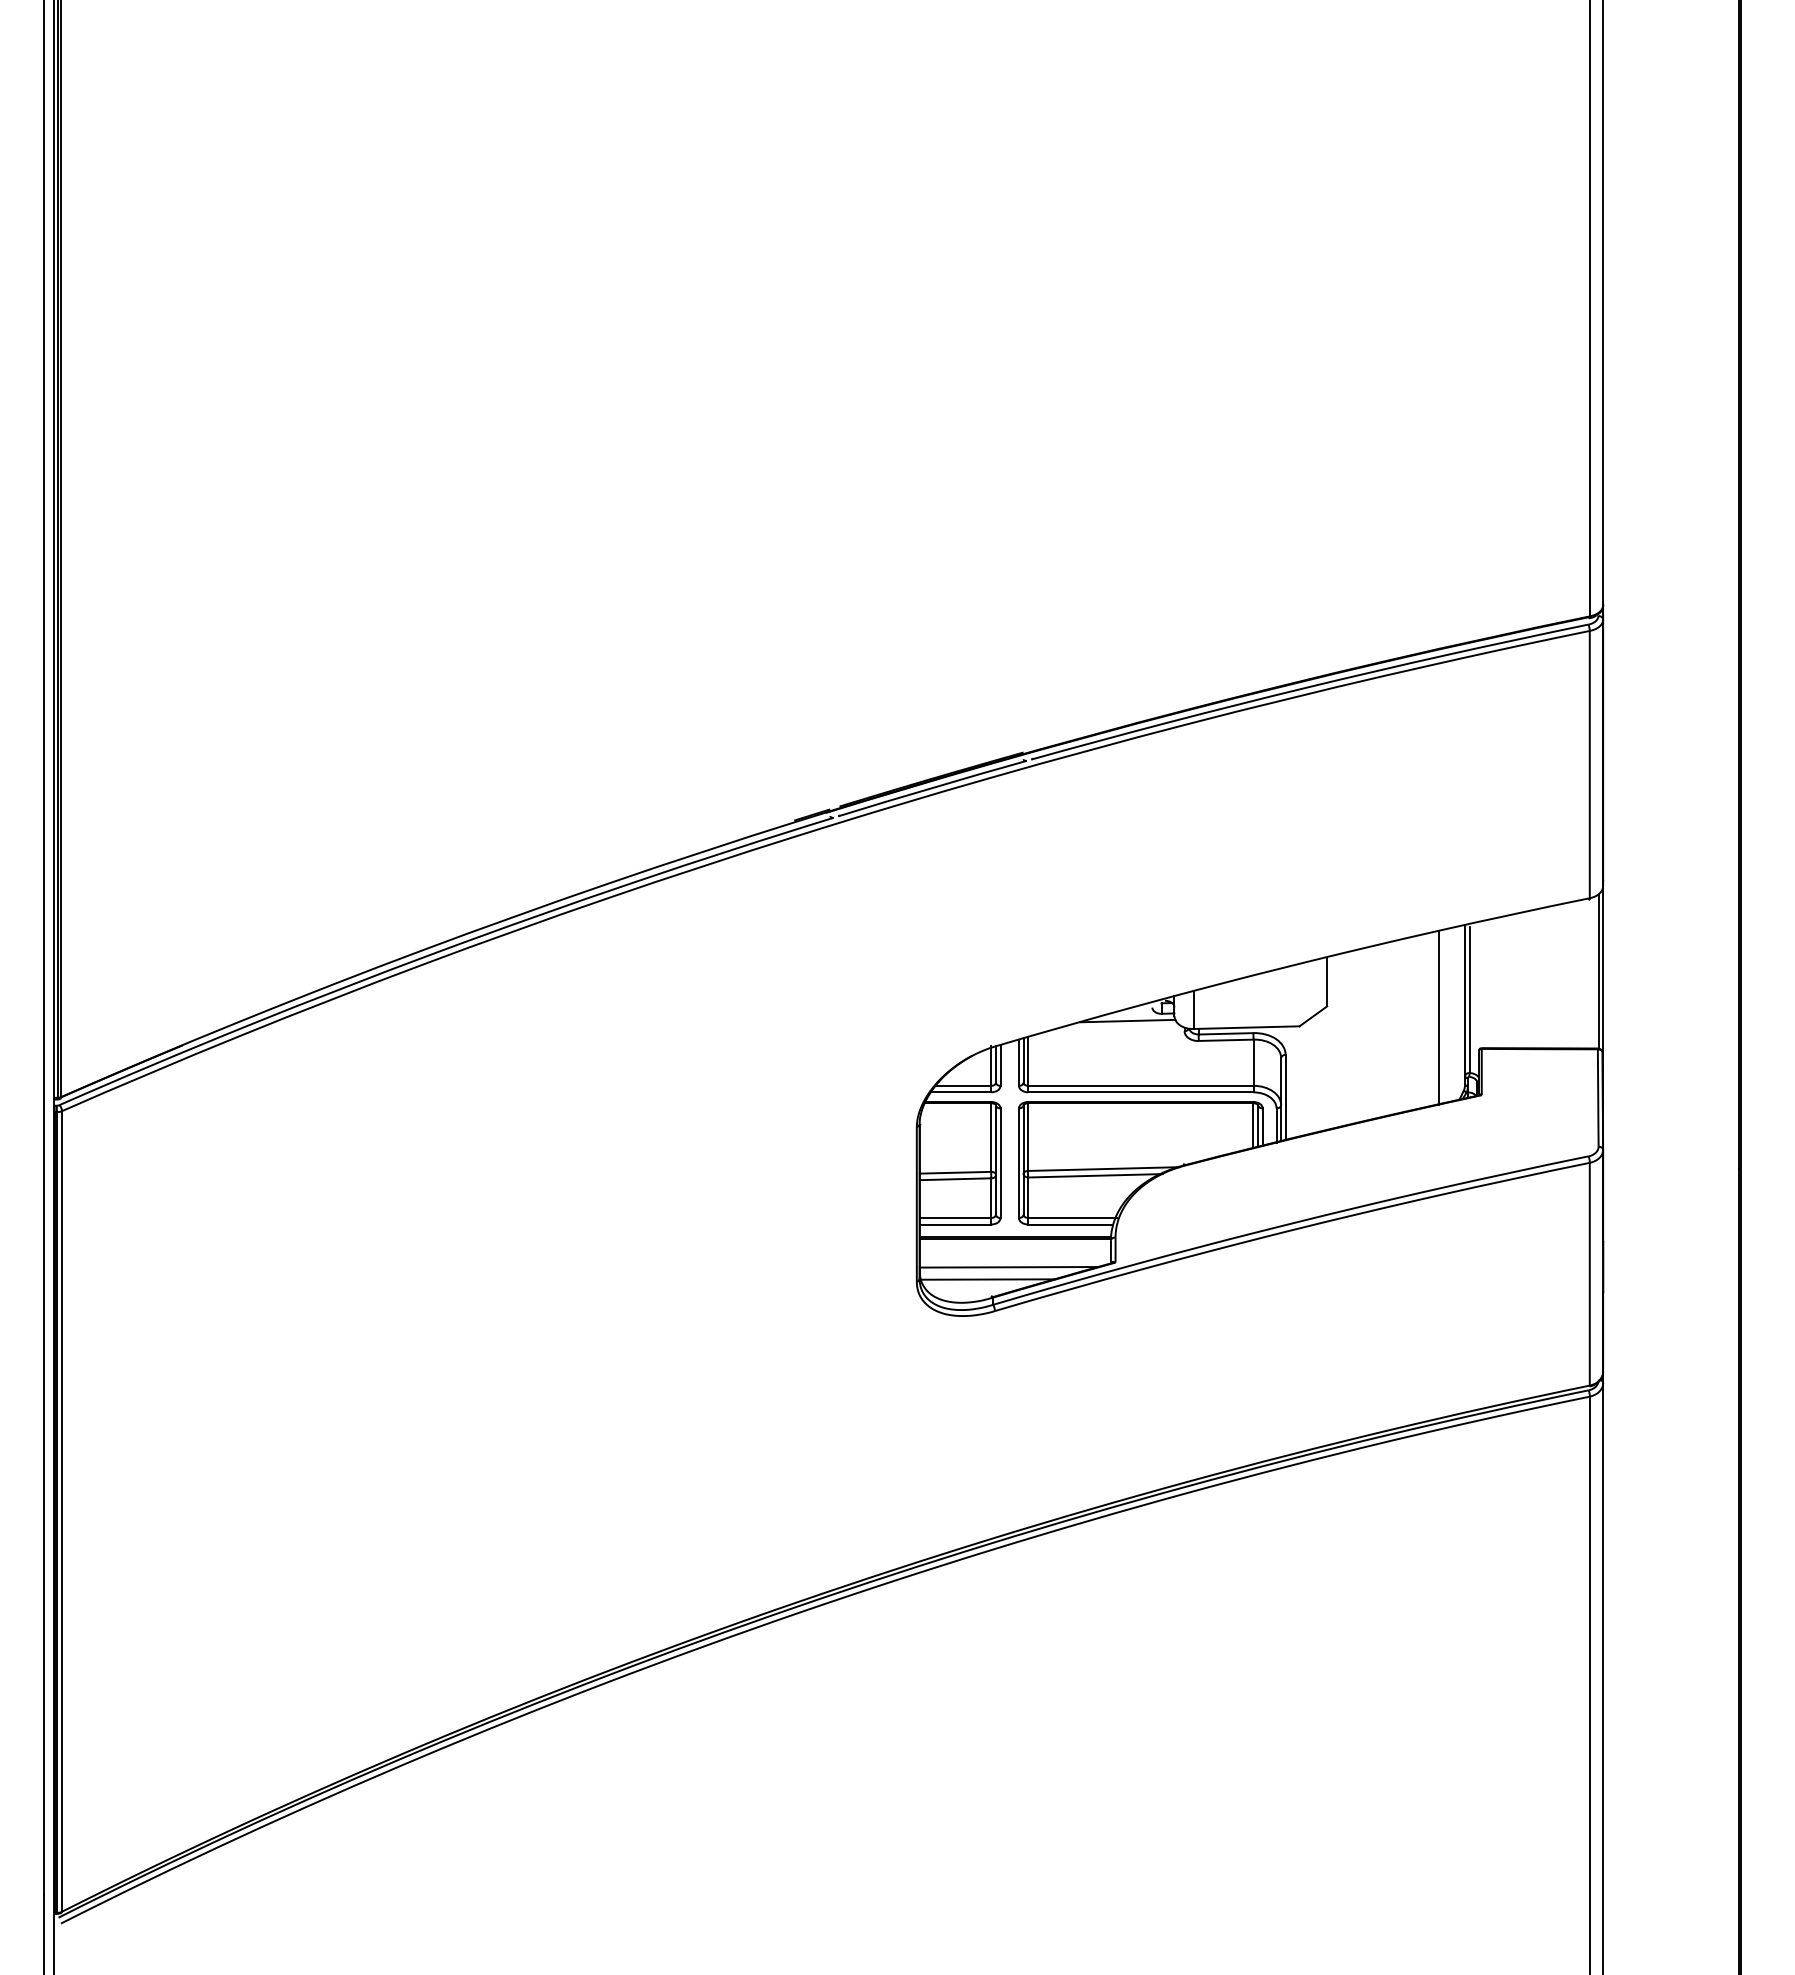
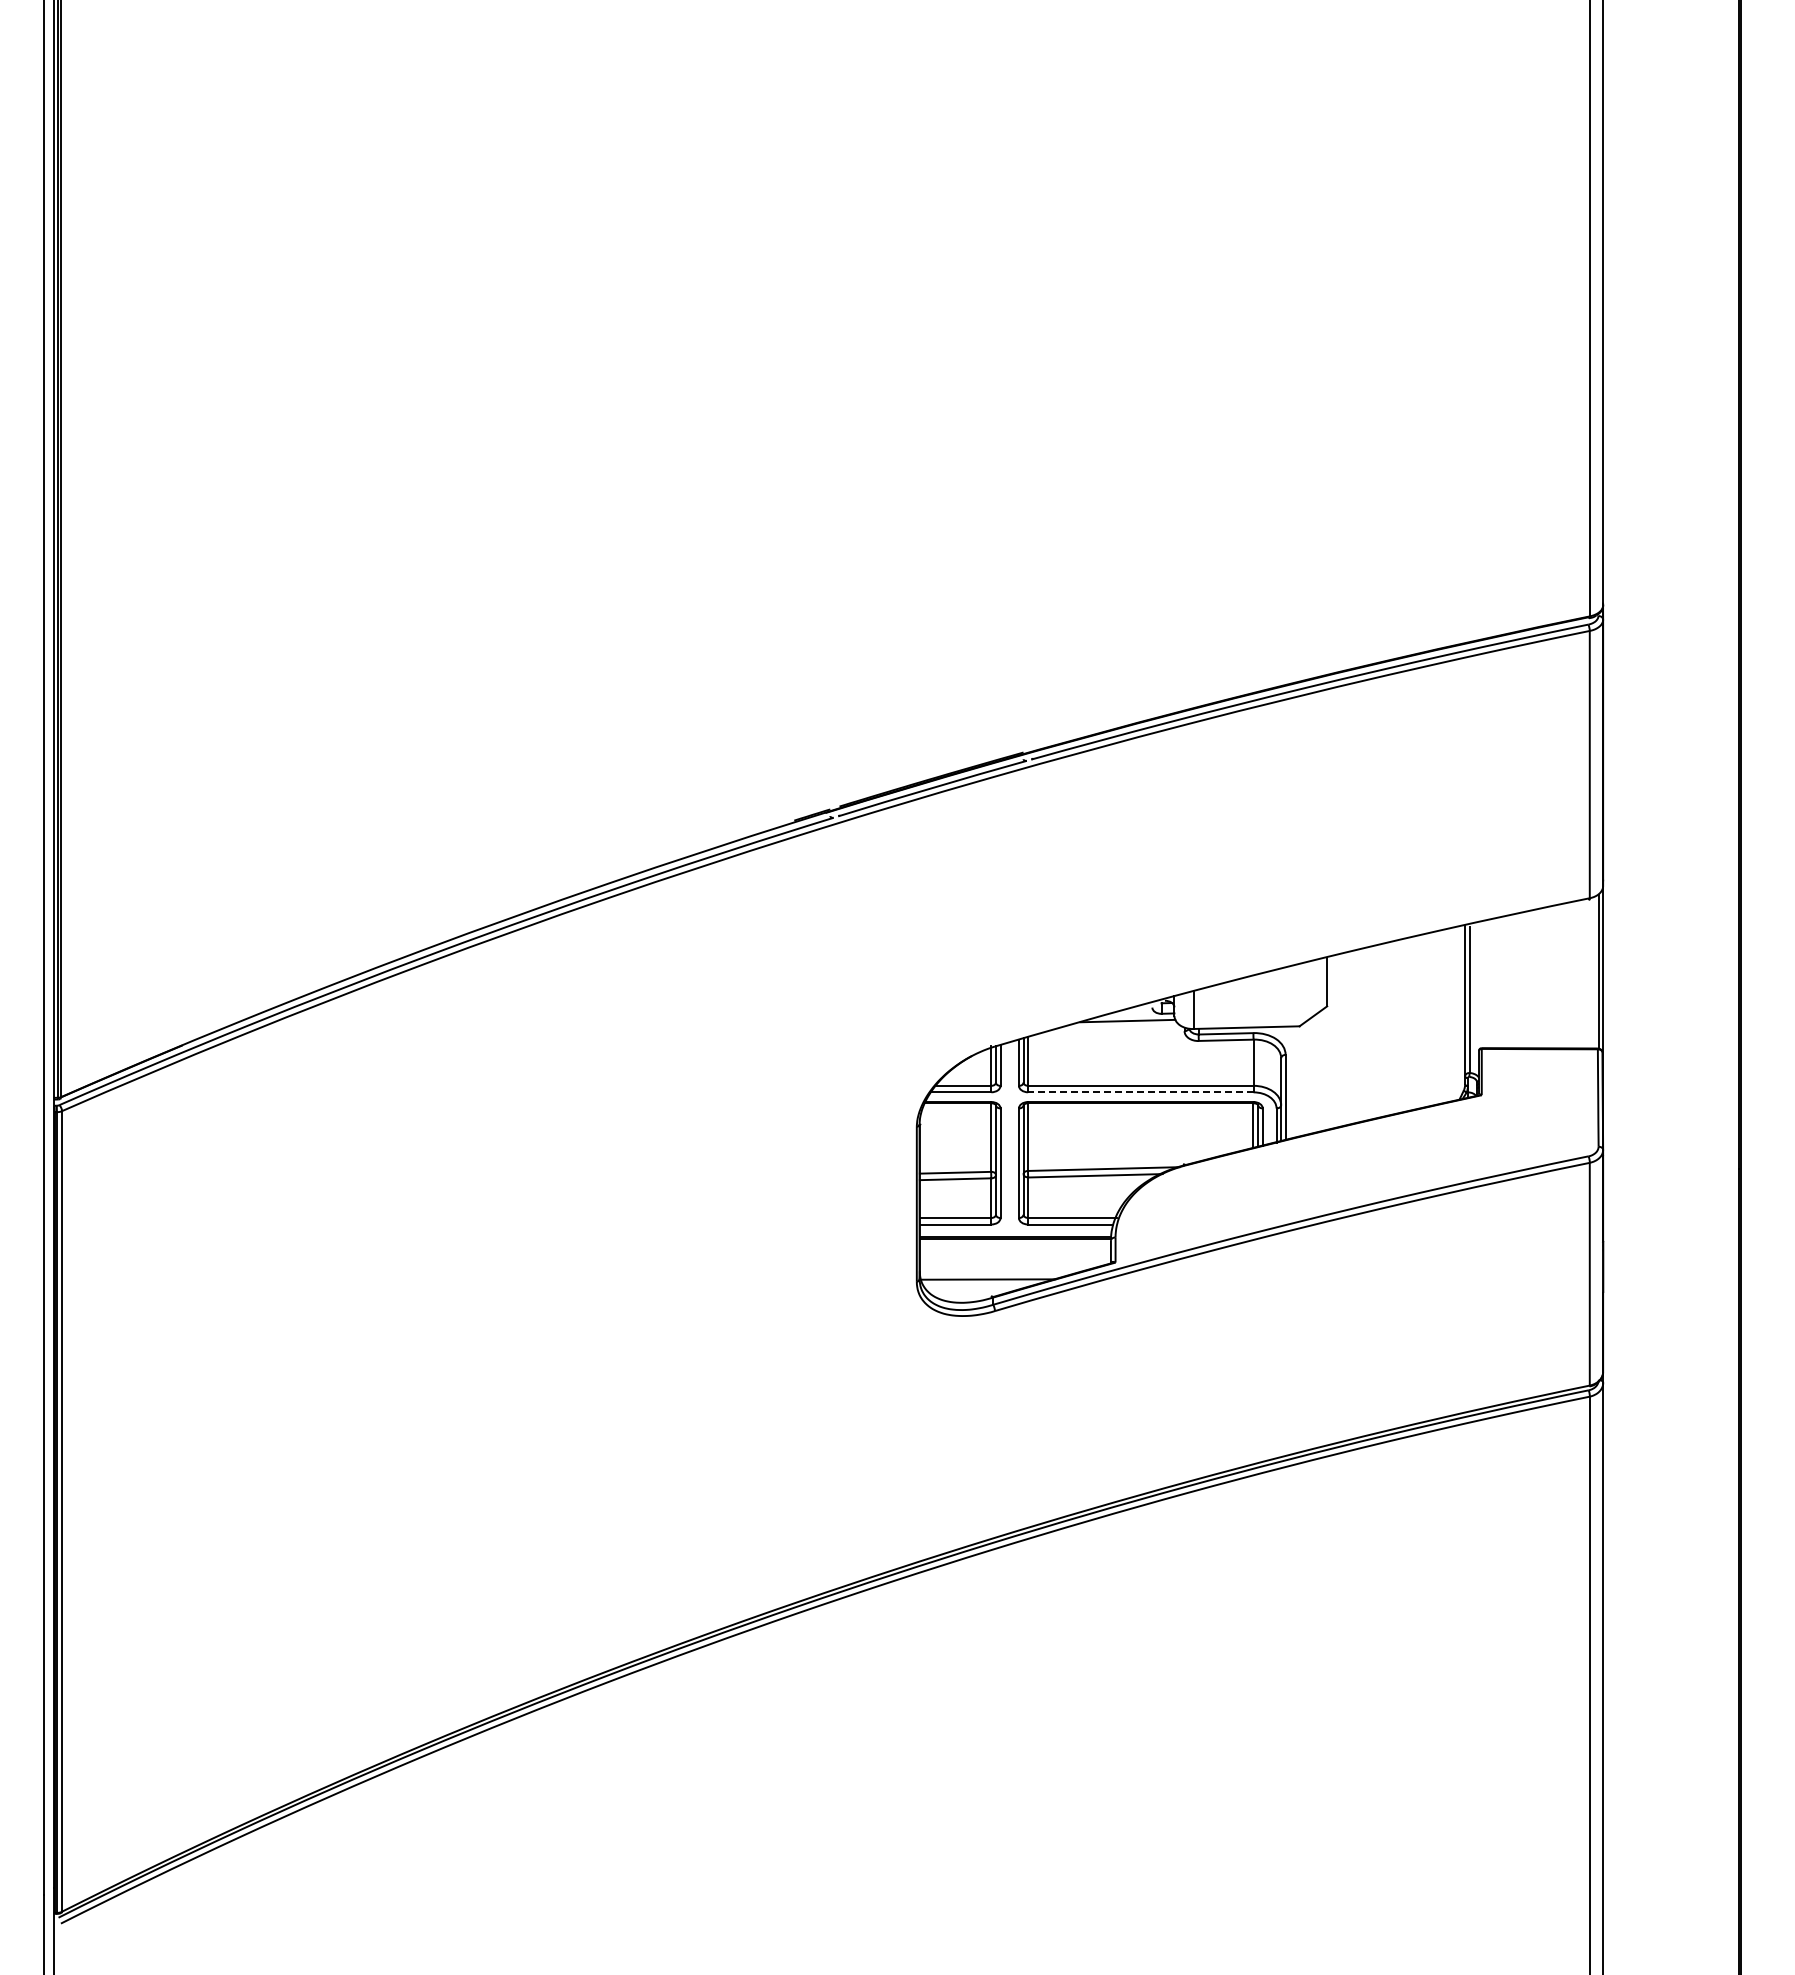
line at (1438, 1018): present -> none
line at (1140, 1092): solid -> dashed
line at (1008, 1267): present -> none
